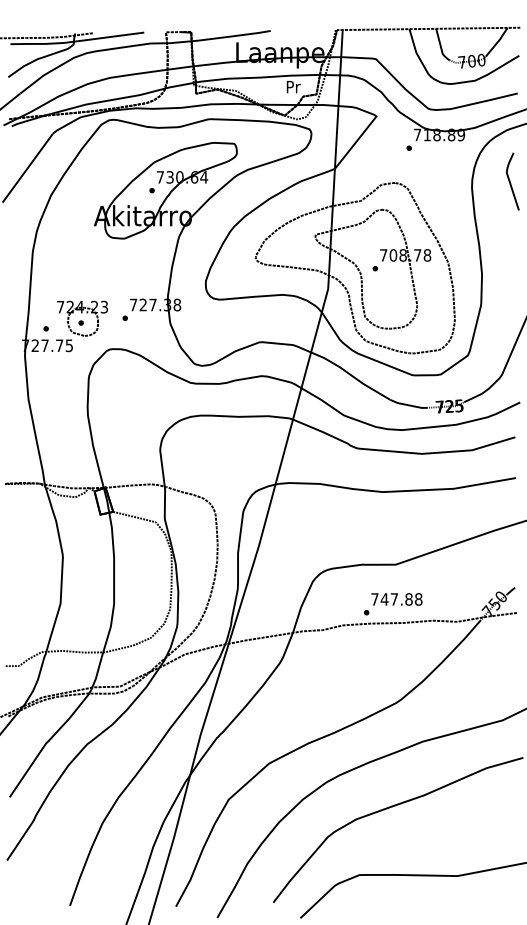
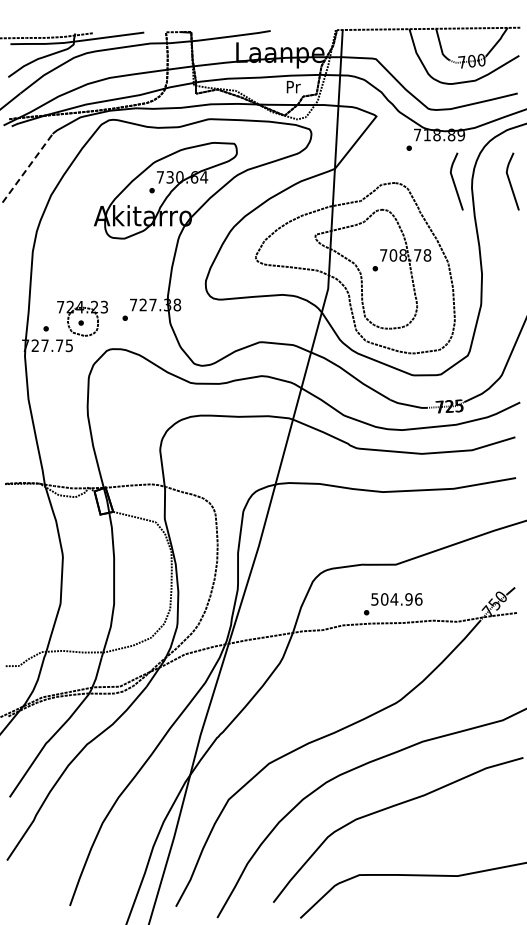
line at (27, 168): solid -> dashed
line at (454, 181): none -> present
text at (396, 599): 747.88 -> 504.96
